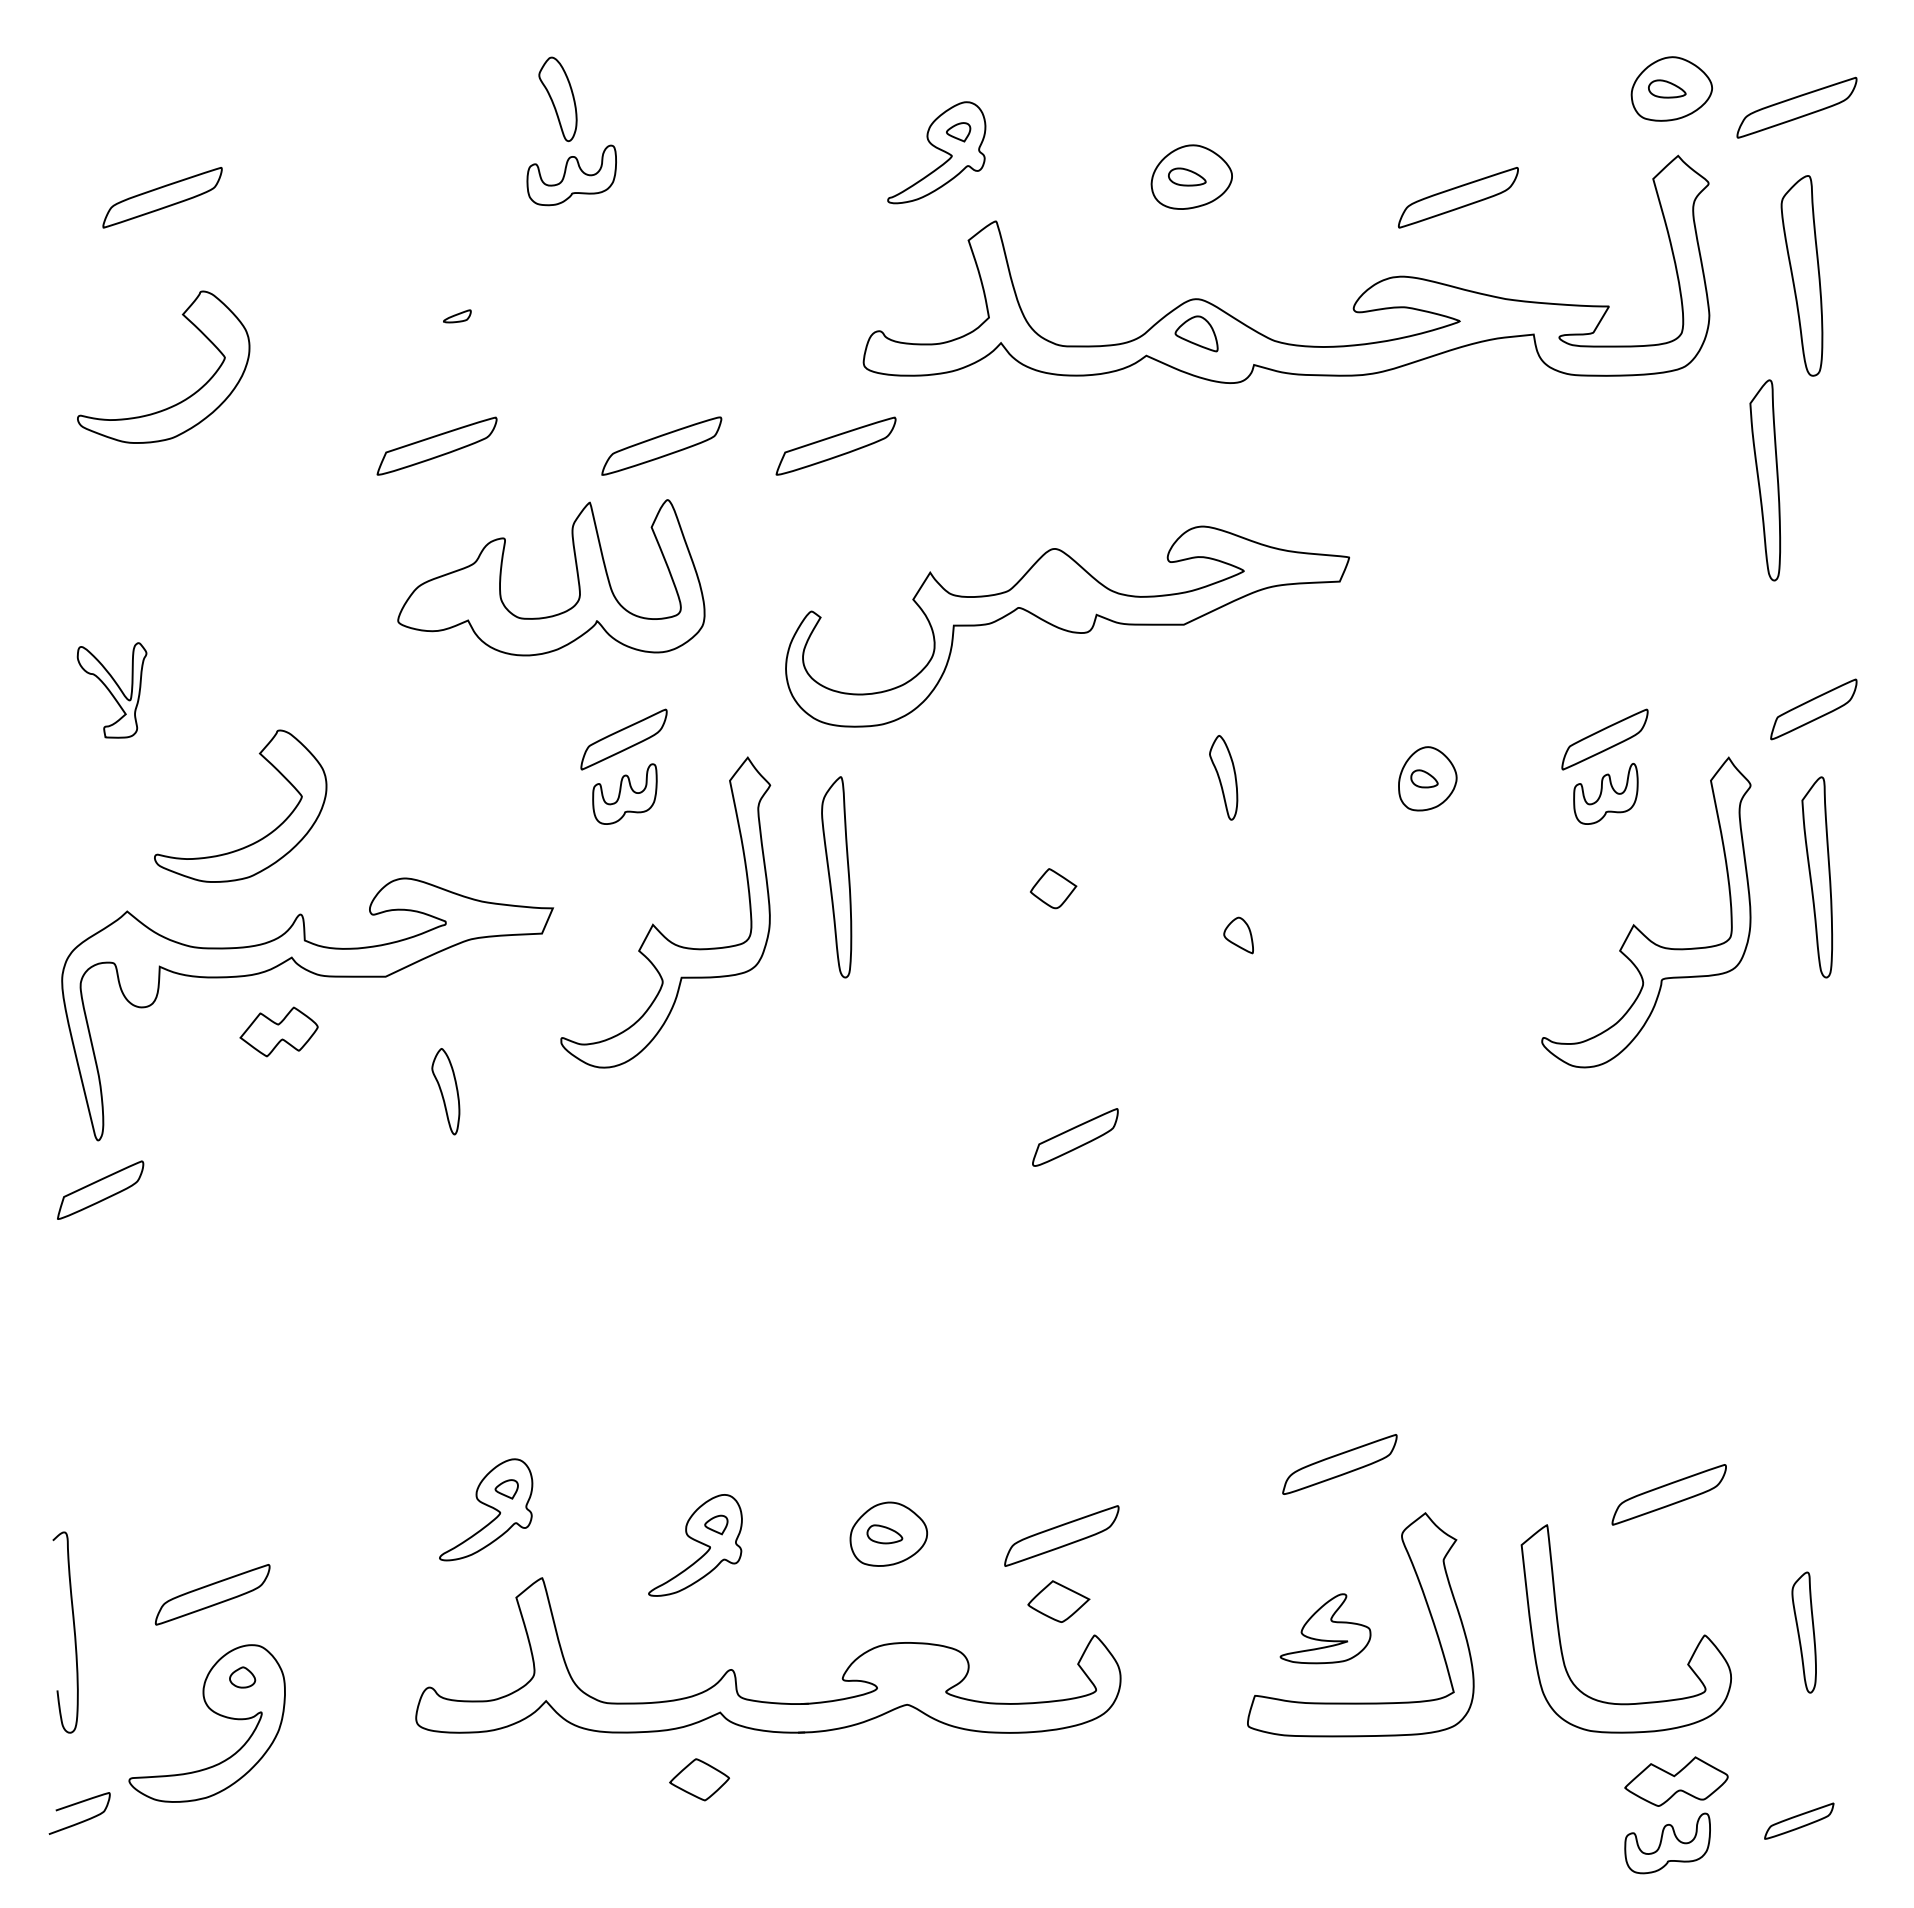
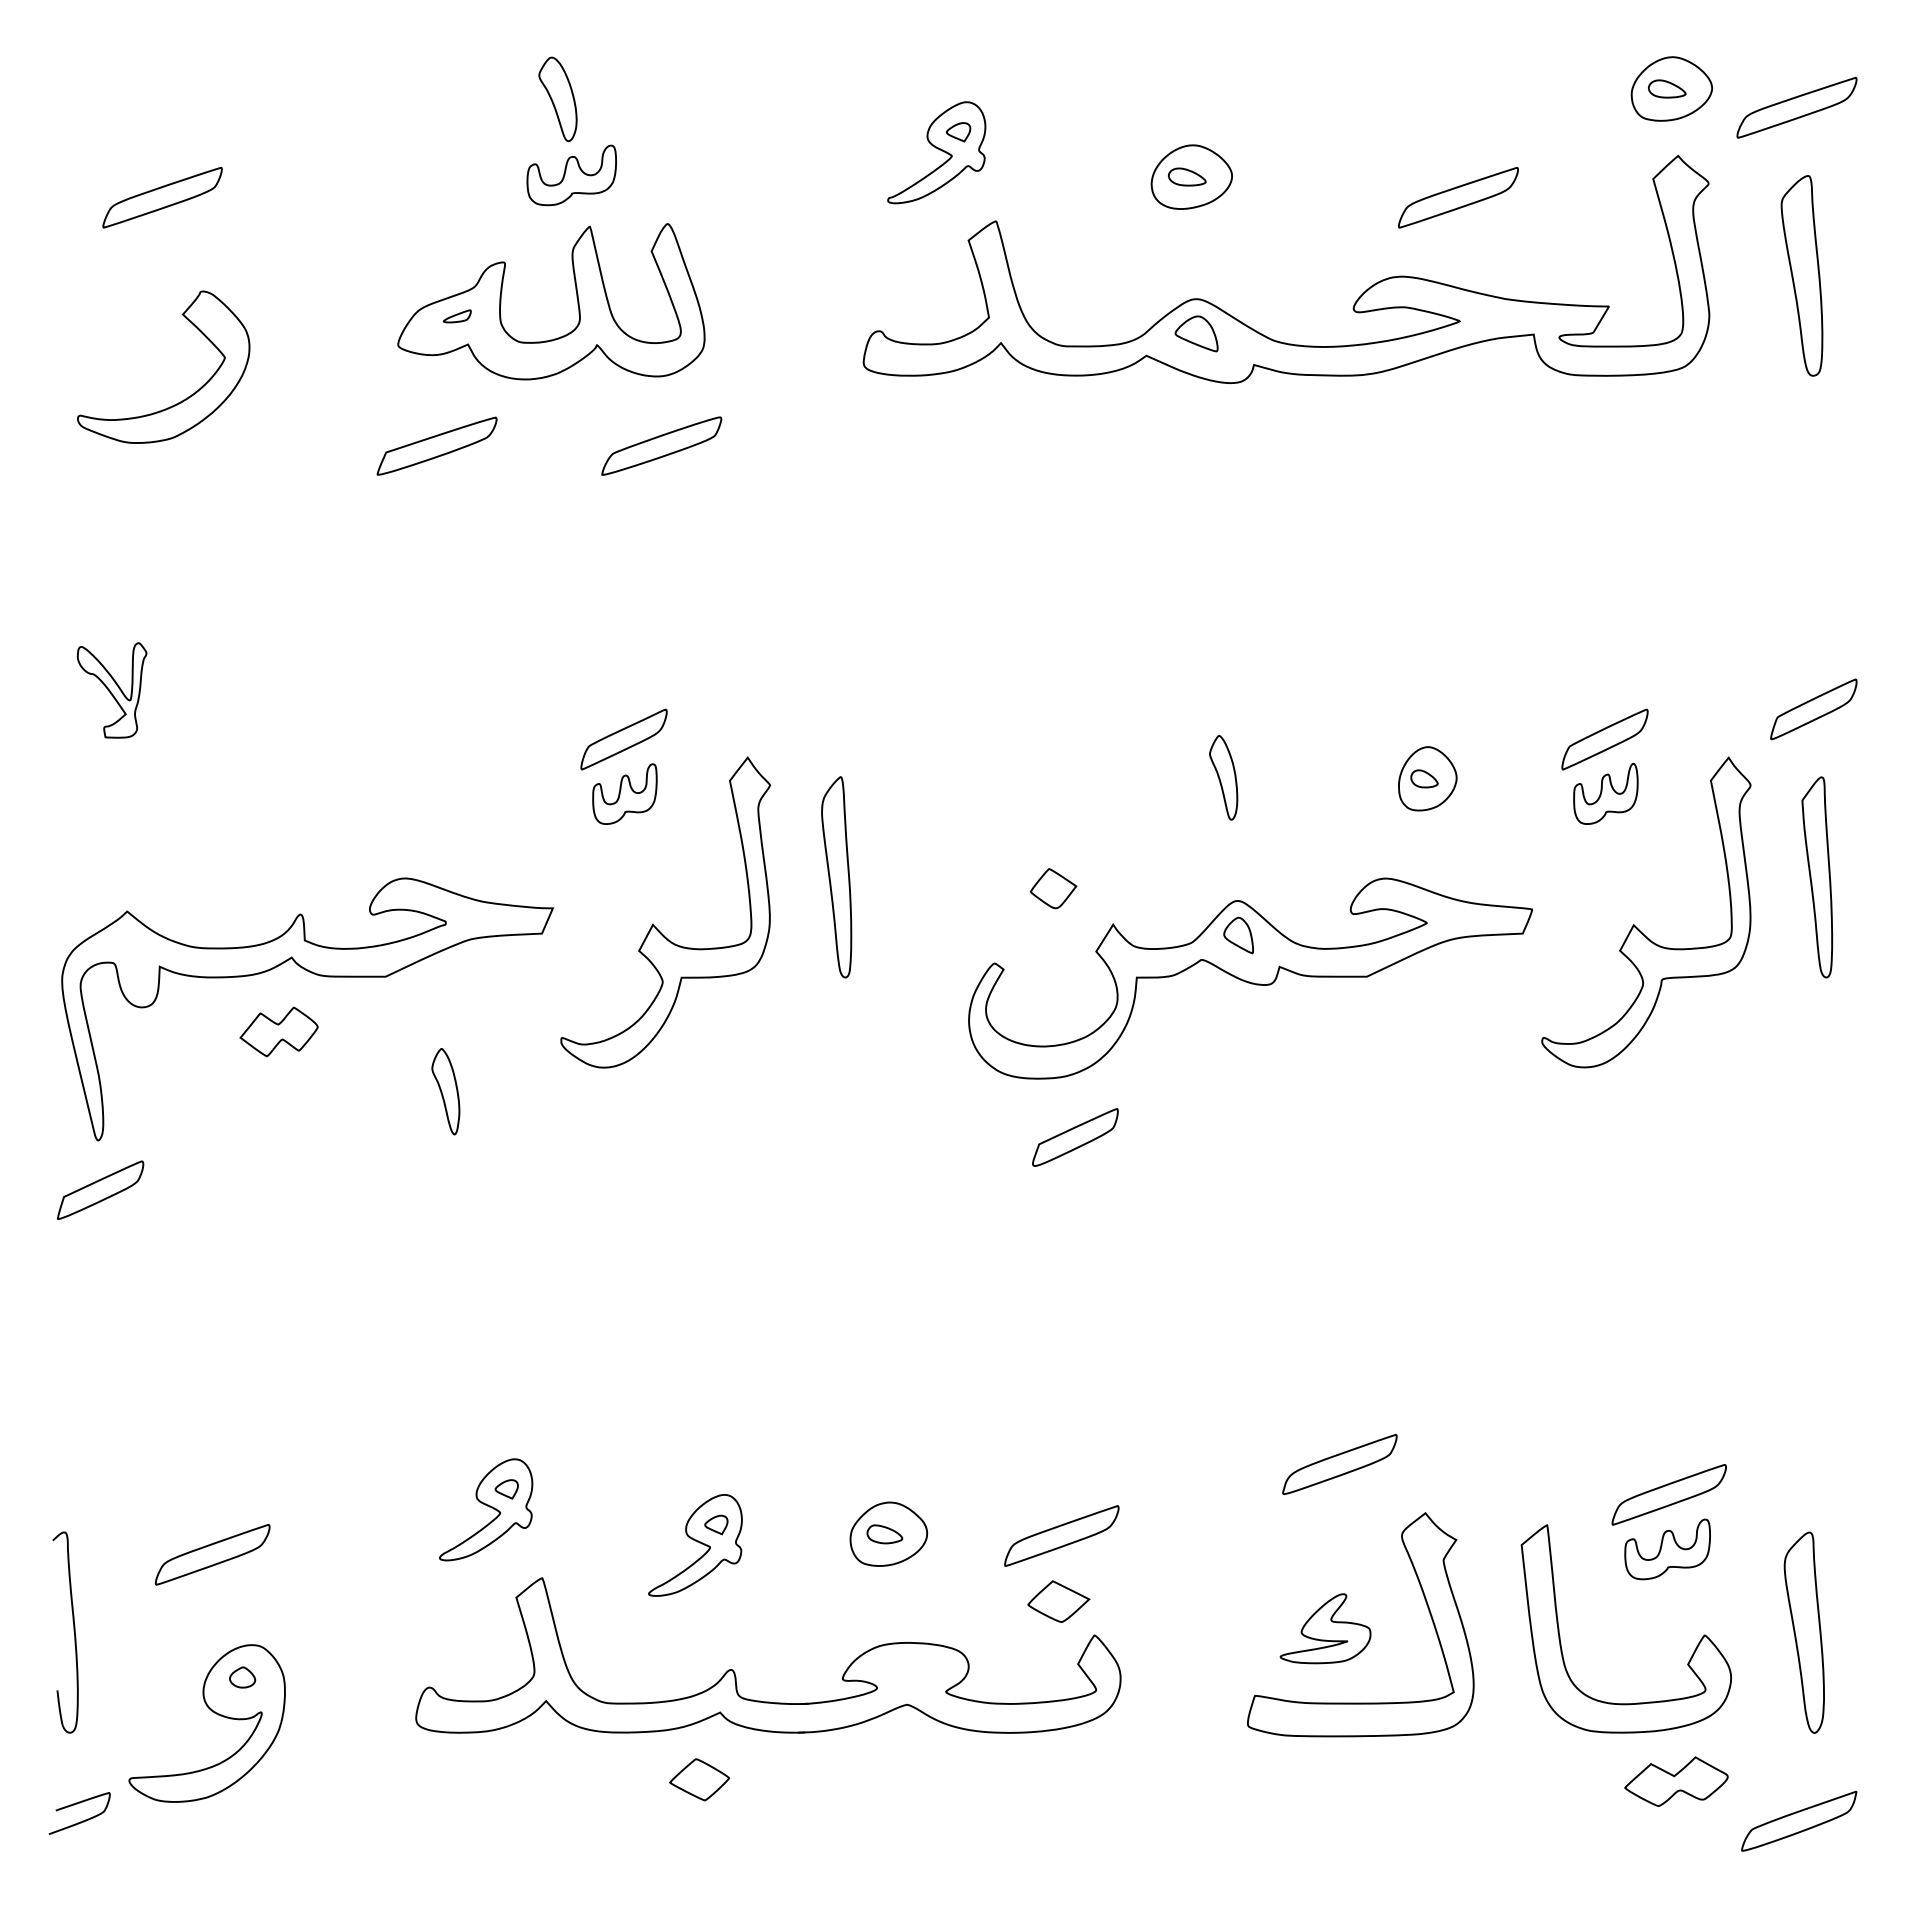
part at (835, 445): present -> none
part at (1764, 480): present -> none
part at (576, 573) position: (576, 573) -> (576, 297)
part at (1067, 626) position: (1067, 626) -> (1250, 978)
part at (260, 838): present -> none
part at (212, 1594) position: (212, 1594) -> (212, 1554)
part at (1803, 1632) size: 26x123 px -> 42x203 px
part at (1799, 1820) size: 71x38 px -> 117x62 px
part at (1667, 1843) position: (1667, 1843) -> (1667, 1549)
